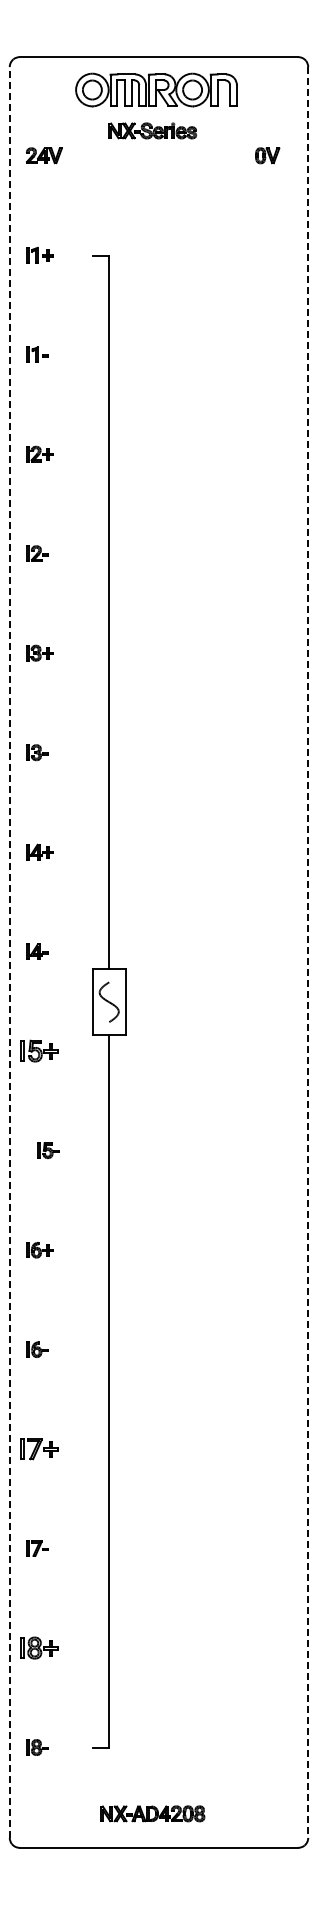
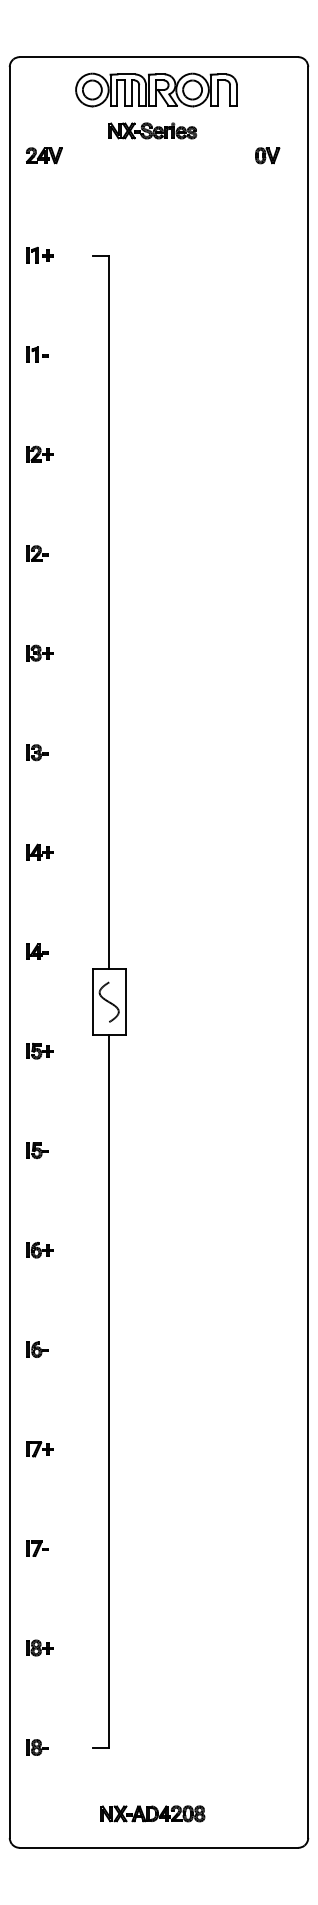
line at (9, 951): dashed -> solid
line at (308, 952): dashed -> solid
part at (39, 1050) size: 39x24 px -> 28x17 px
part at (48, 1150) position: (48, 1150) -> (37, 1150)
part at (39, 1449) size: 39x23 px -> 28x17 px
part at (39, 1647) size: 39x24 px -> 28x18 px
